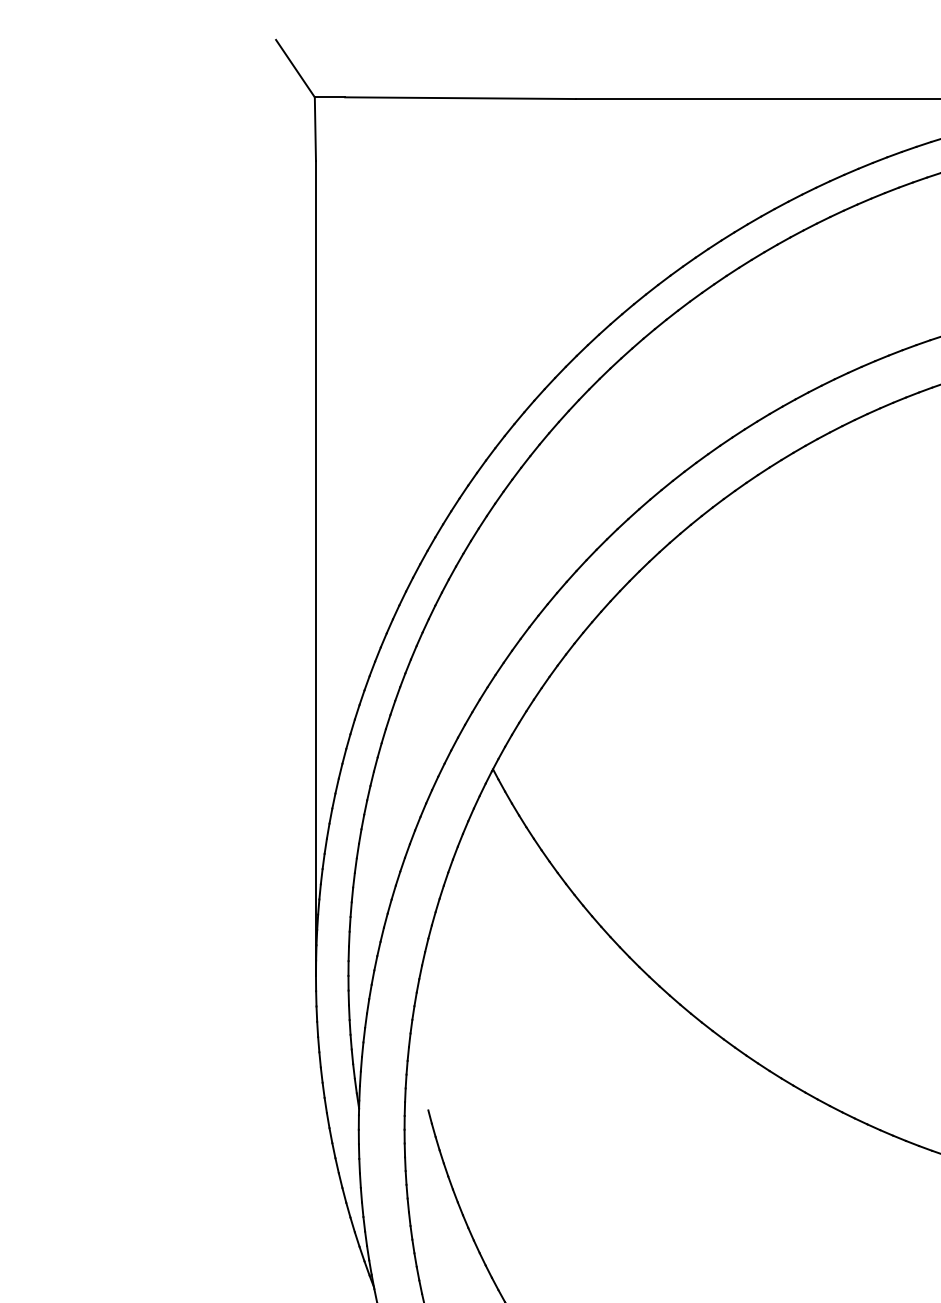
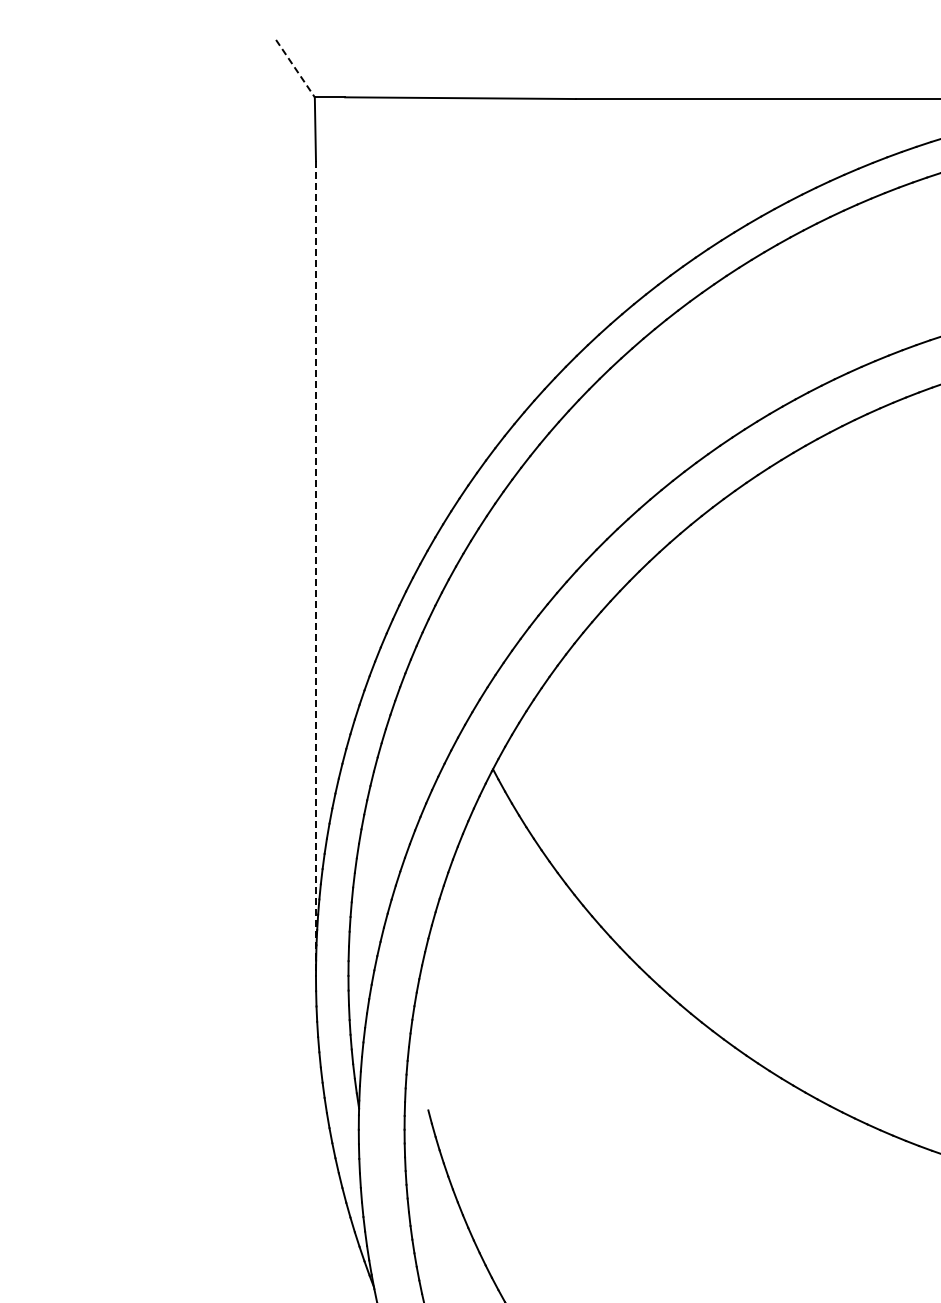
line at (295, 68): solid -> dashed
line at (315, 569): solid -> dashed
